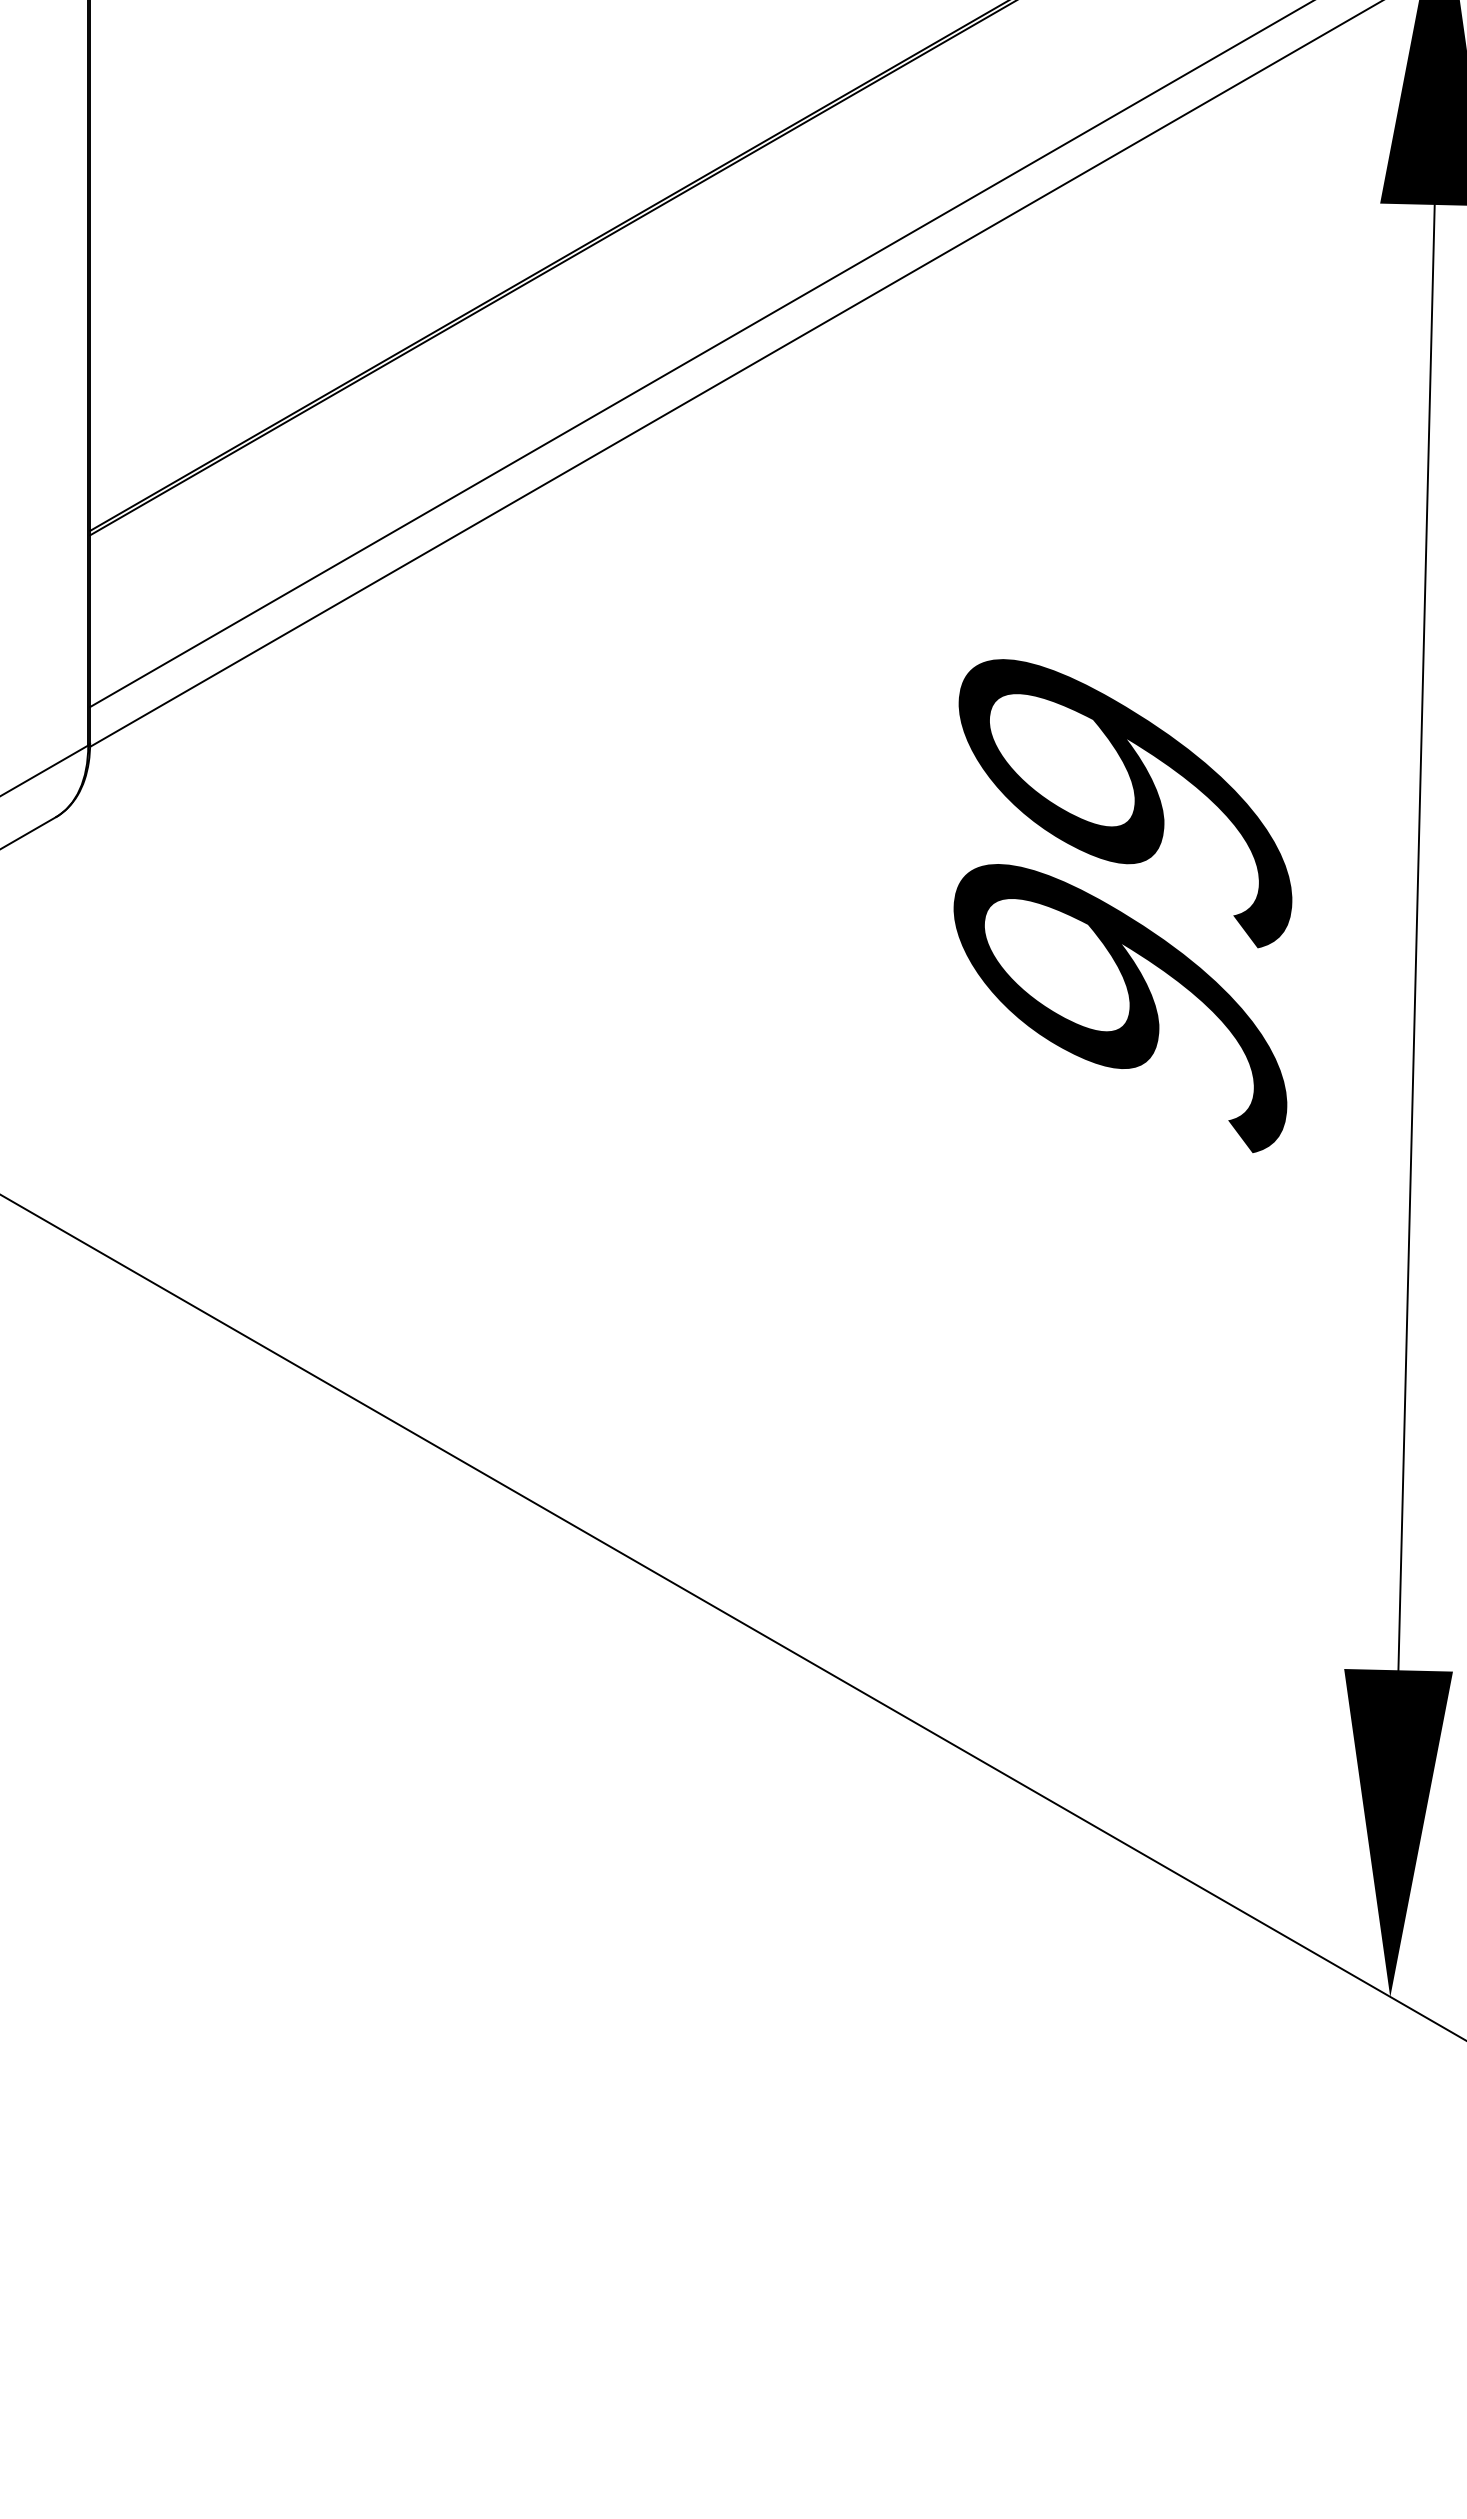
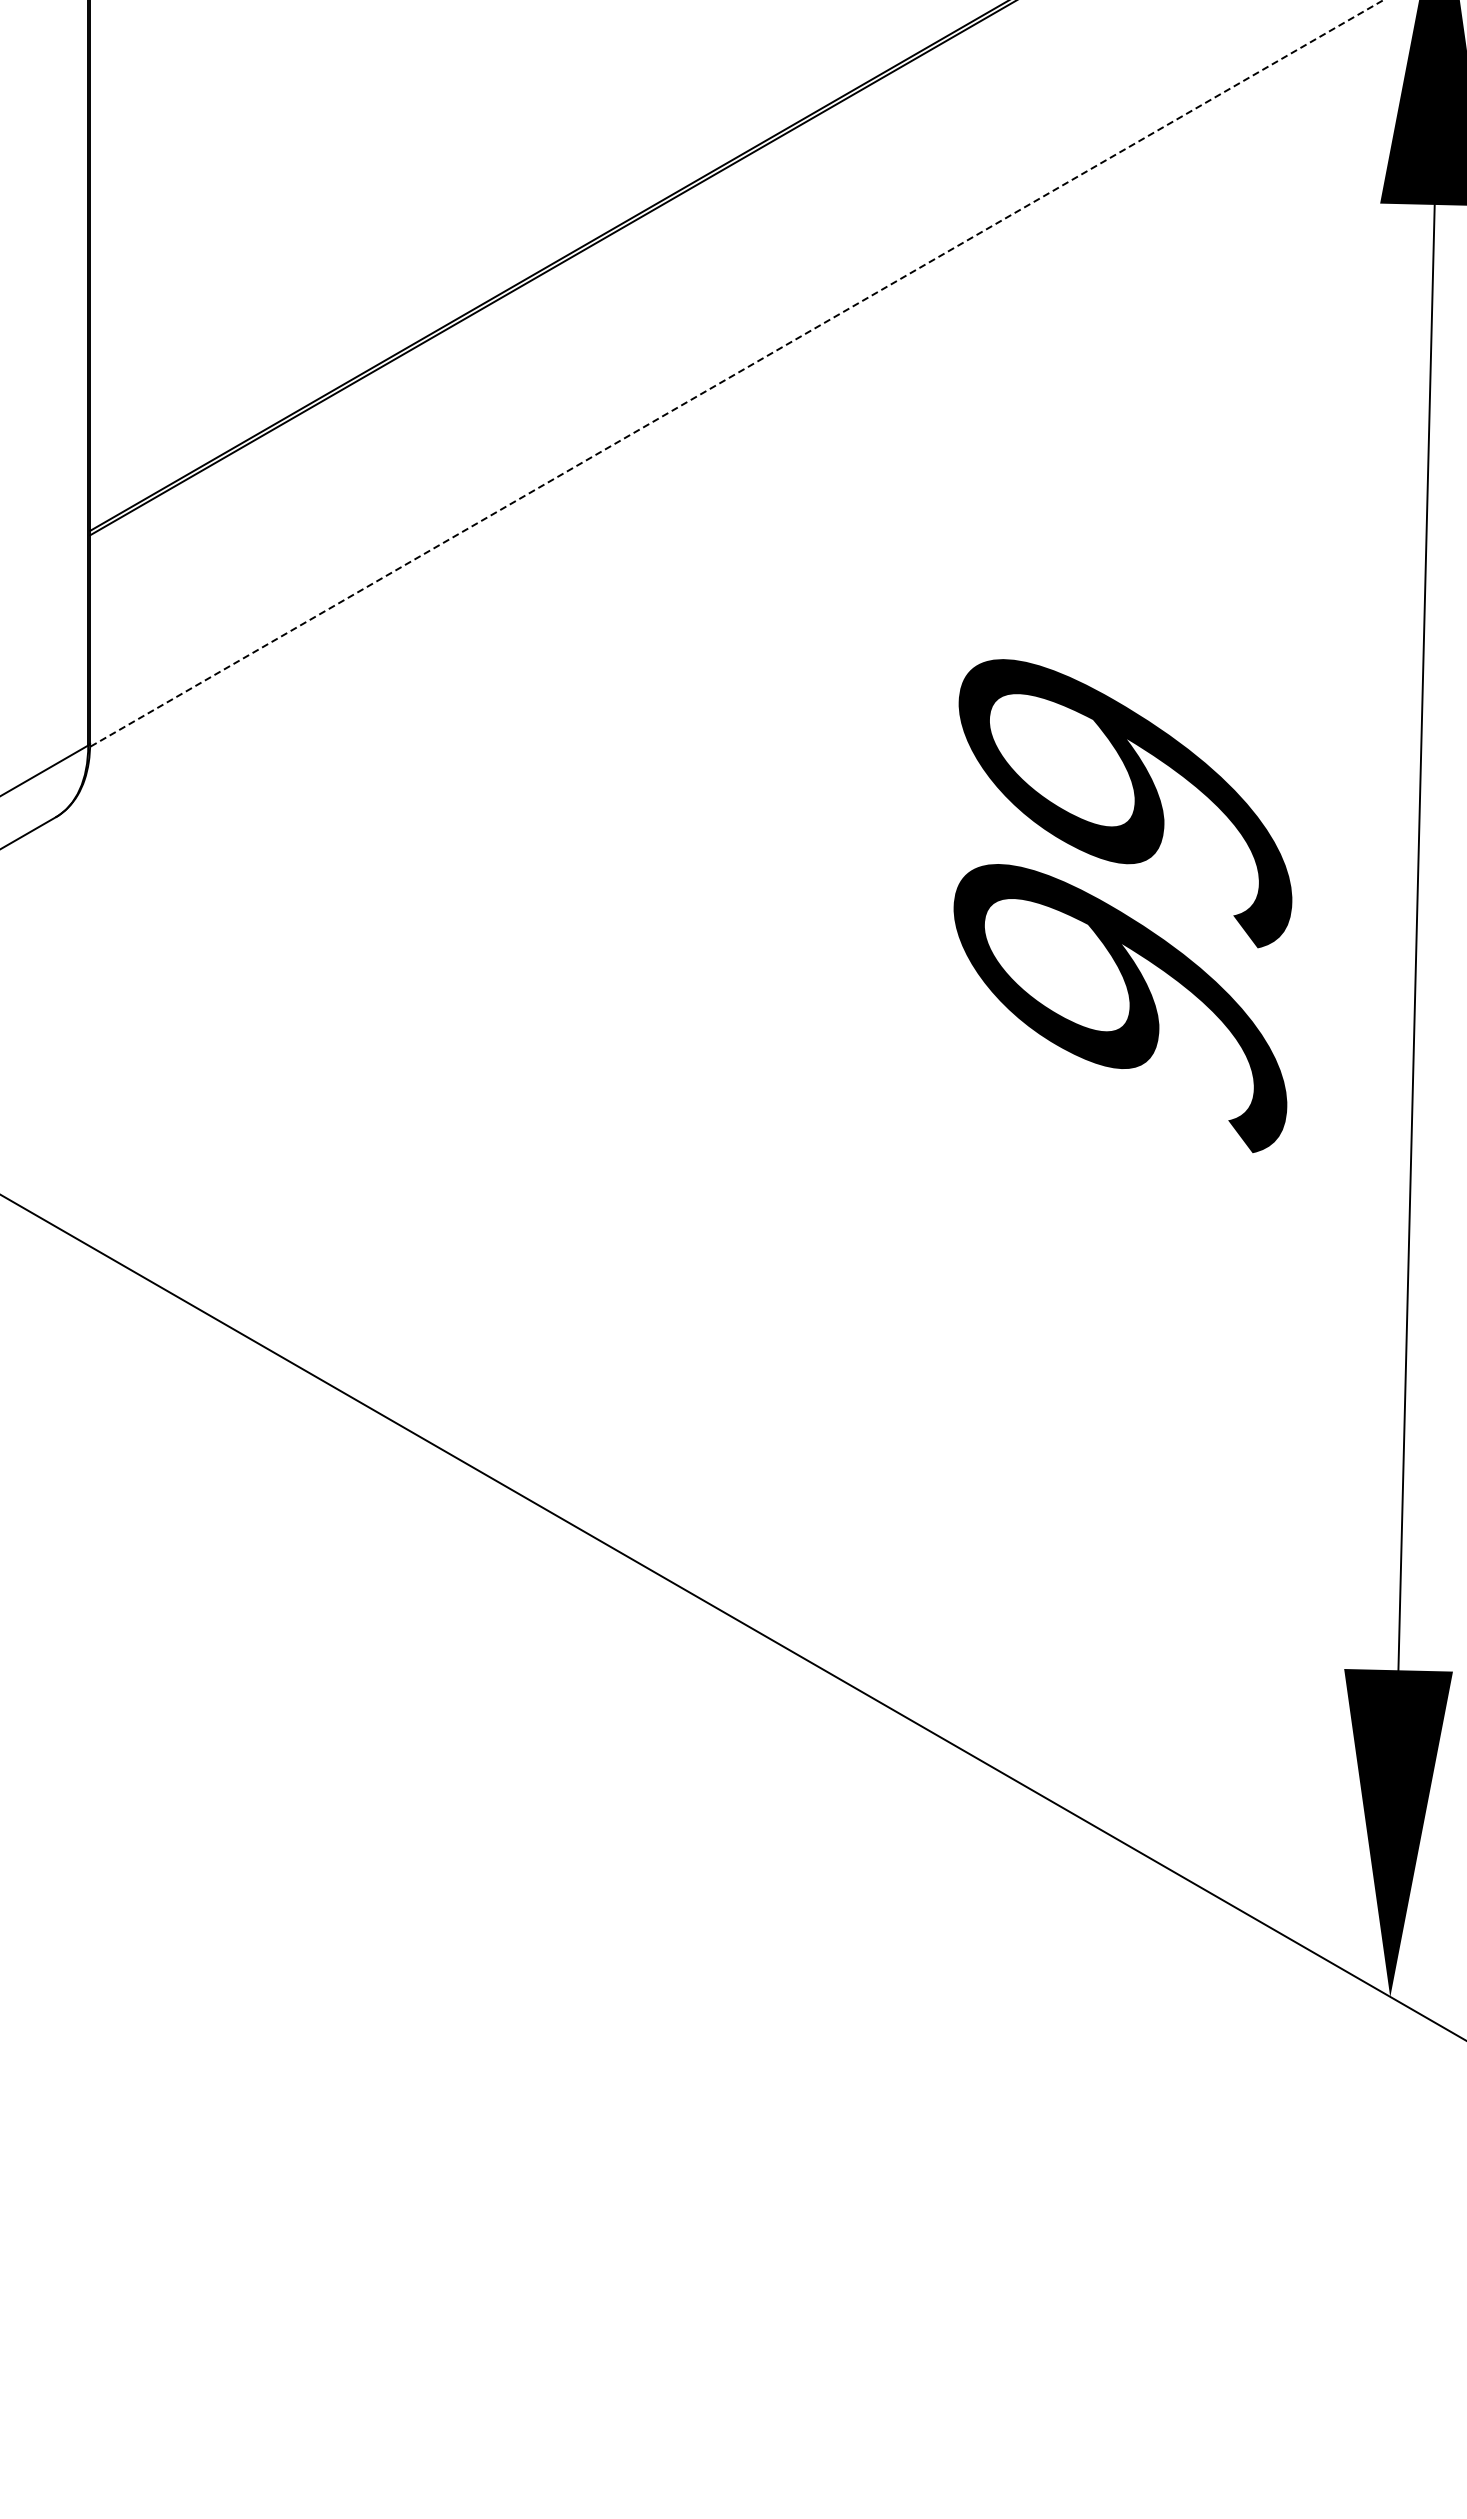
line at (700, 354): present -> none
line at (736, 373): solid -> dashed
